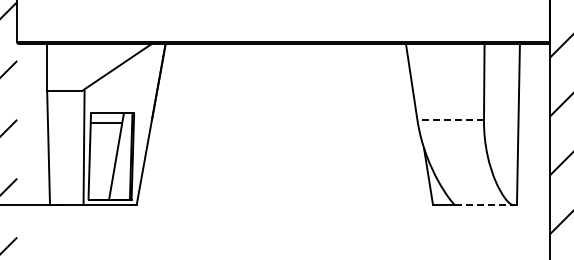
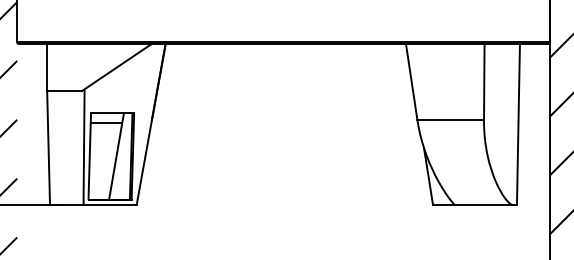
line at (450, 120): dashed -> solid
line at (484, 205): dashed -> solid
